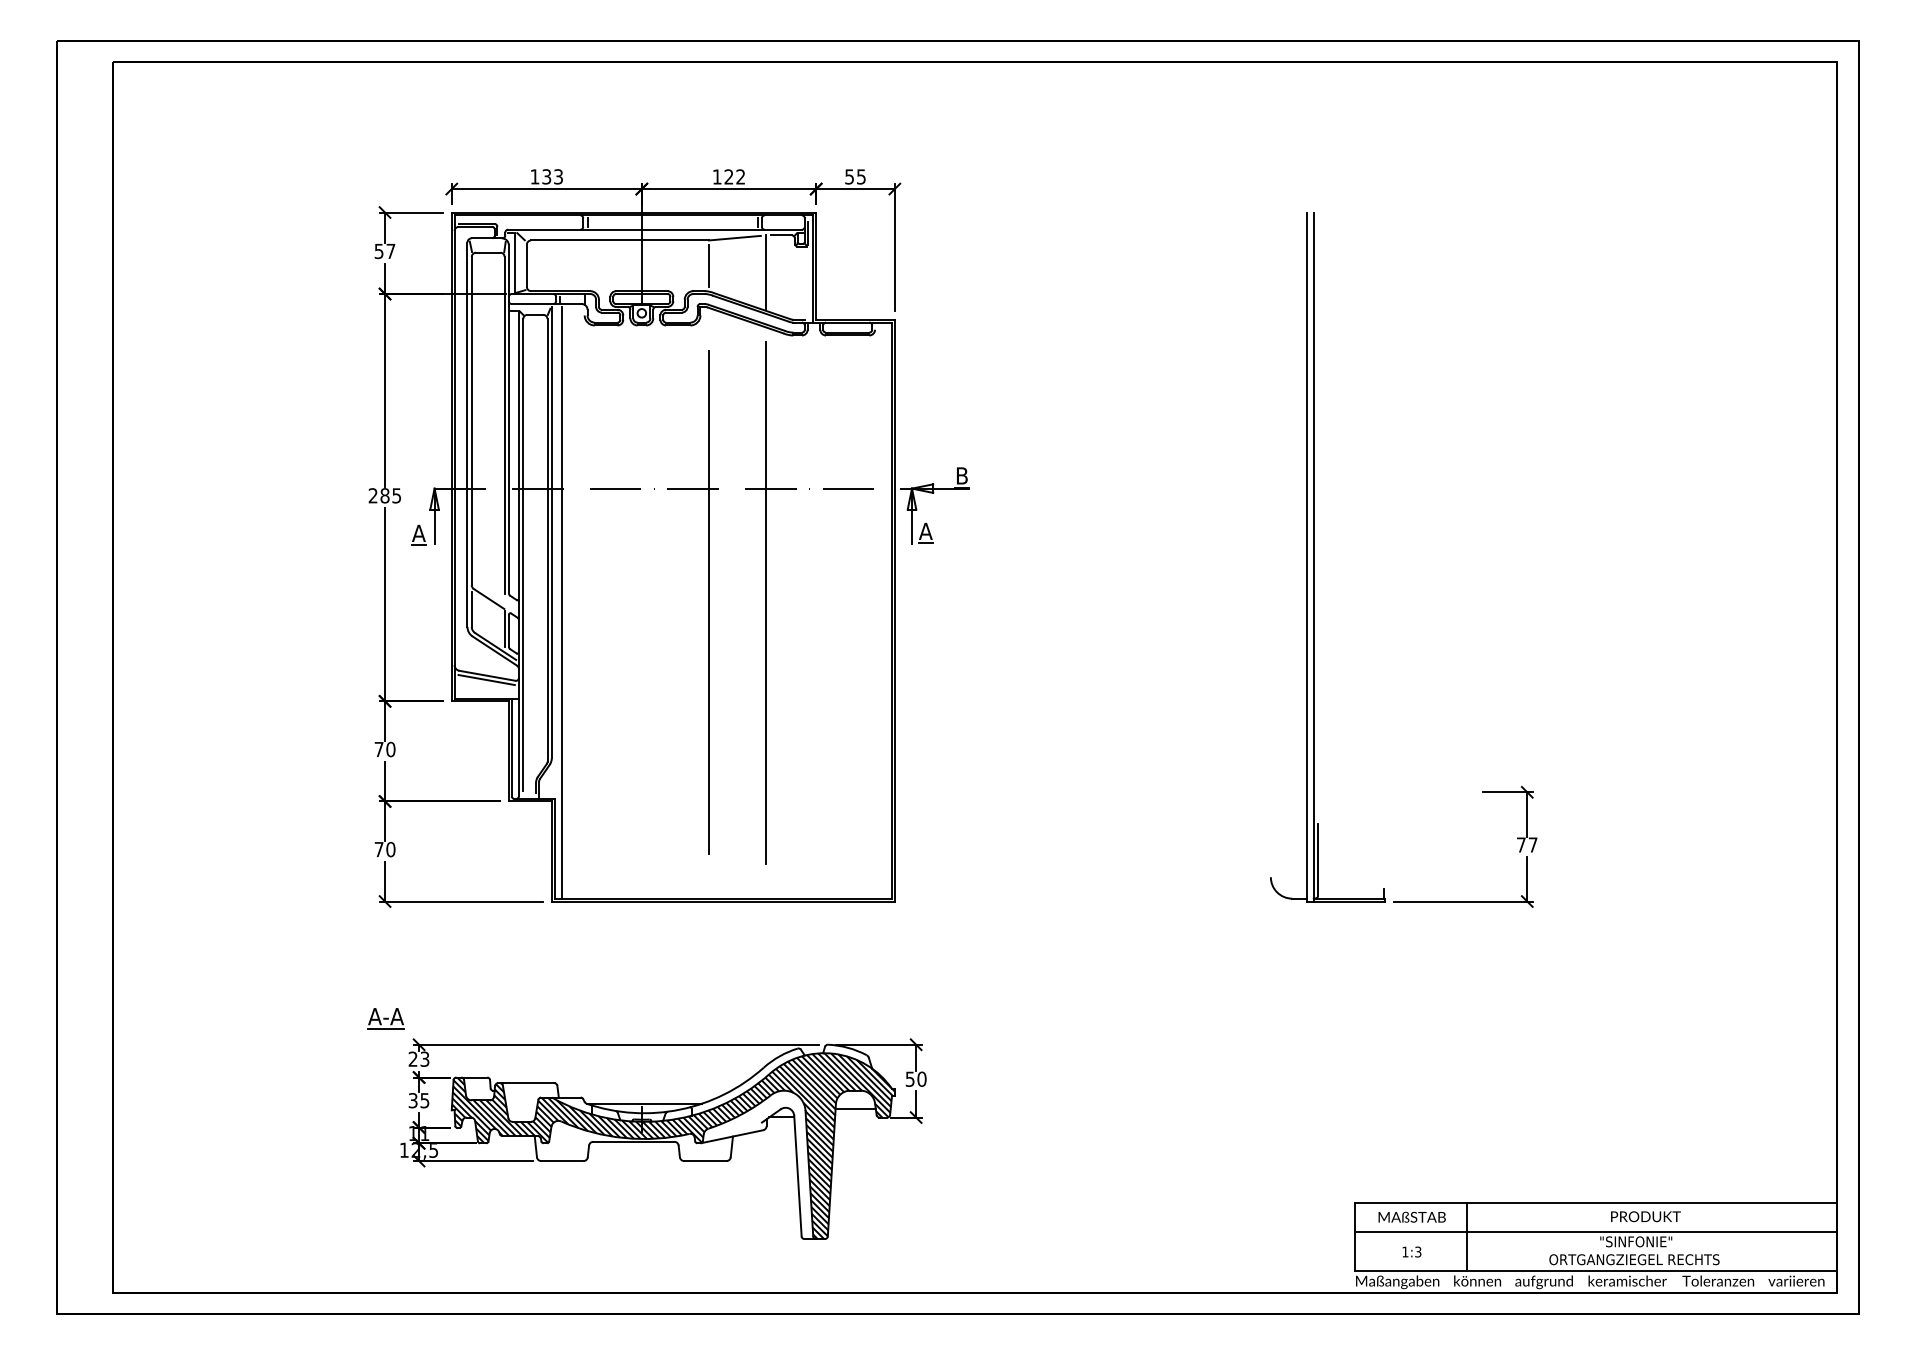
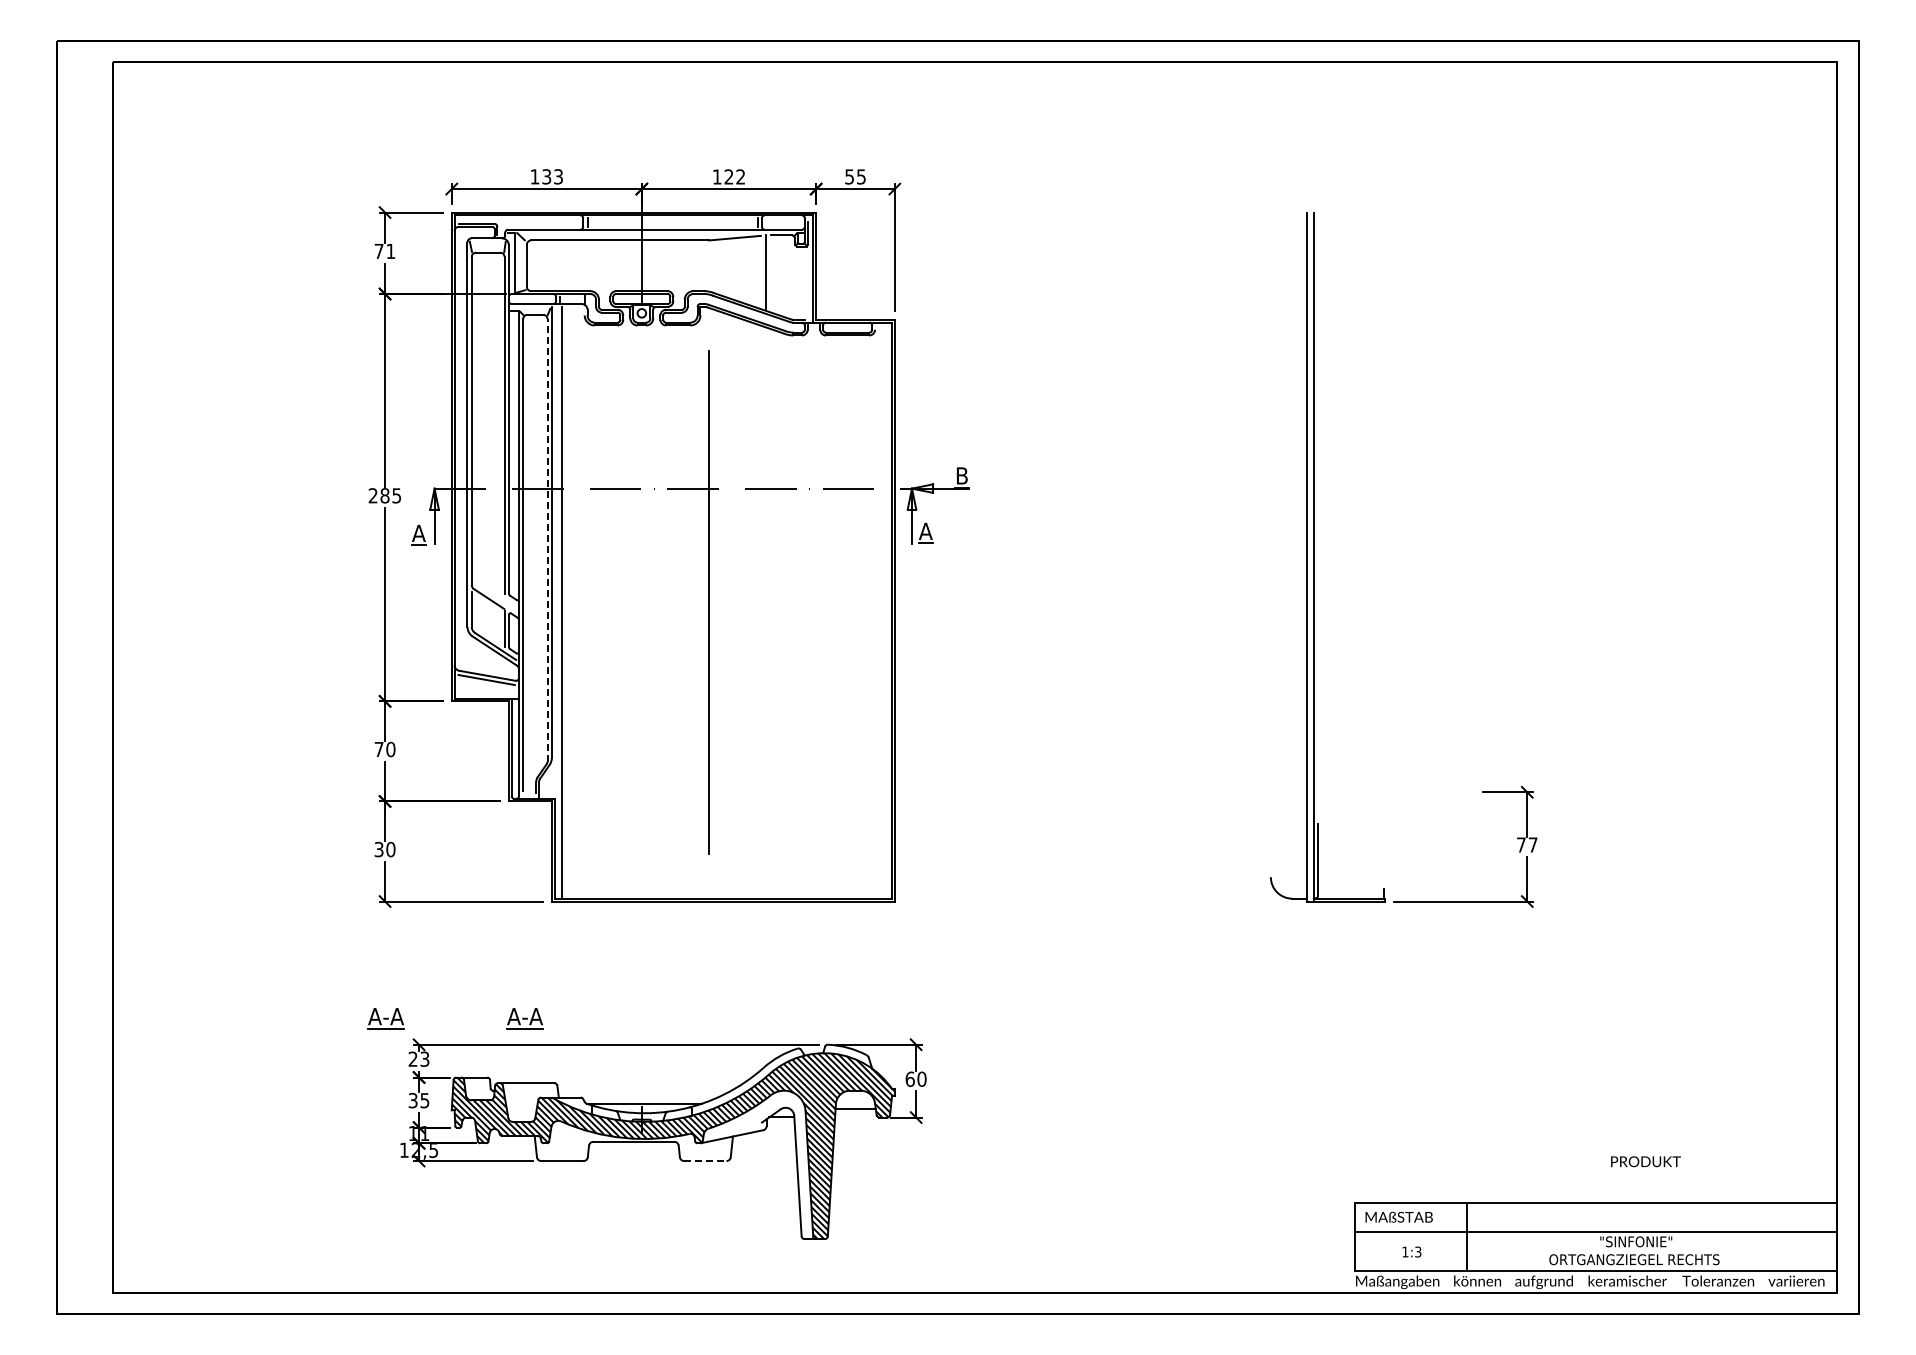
text at (384, 251): 57 -> 71
line at (709, 265): present -> none
line at (547, 539): solid -> dashed
line at (766, 603): present -> none
text at (378, 849): 70 -> 30
part at (524, 1018): none -> present
text at (909, 1078): 50 -> 60
line at (705, 1161): solid -> dashed
text at (1411, 1216) position: (1411, 1216) -> (1398, 1216)
text at (1645, 1216) position: (1645, 1216) -> (1645, 1161)
